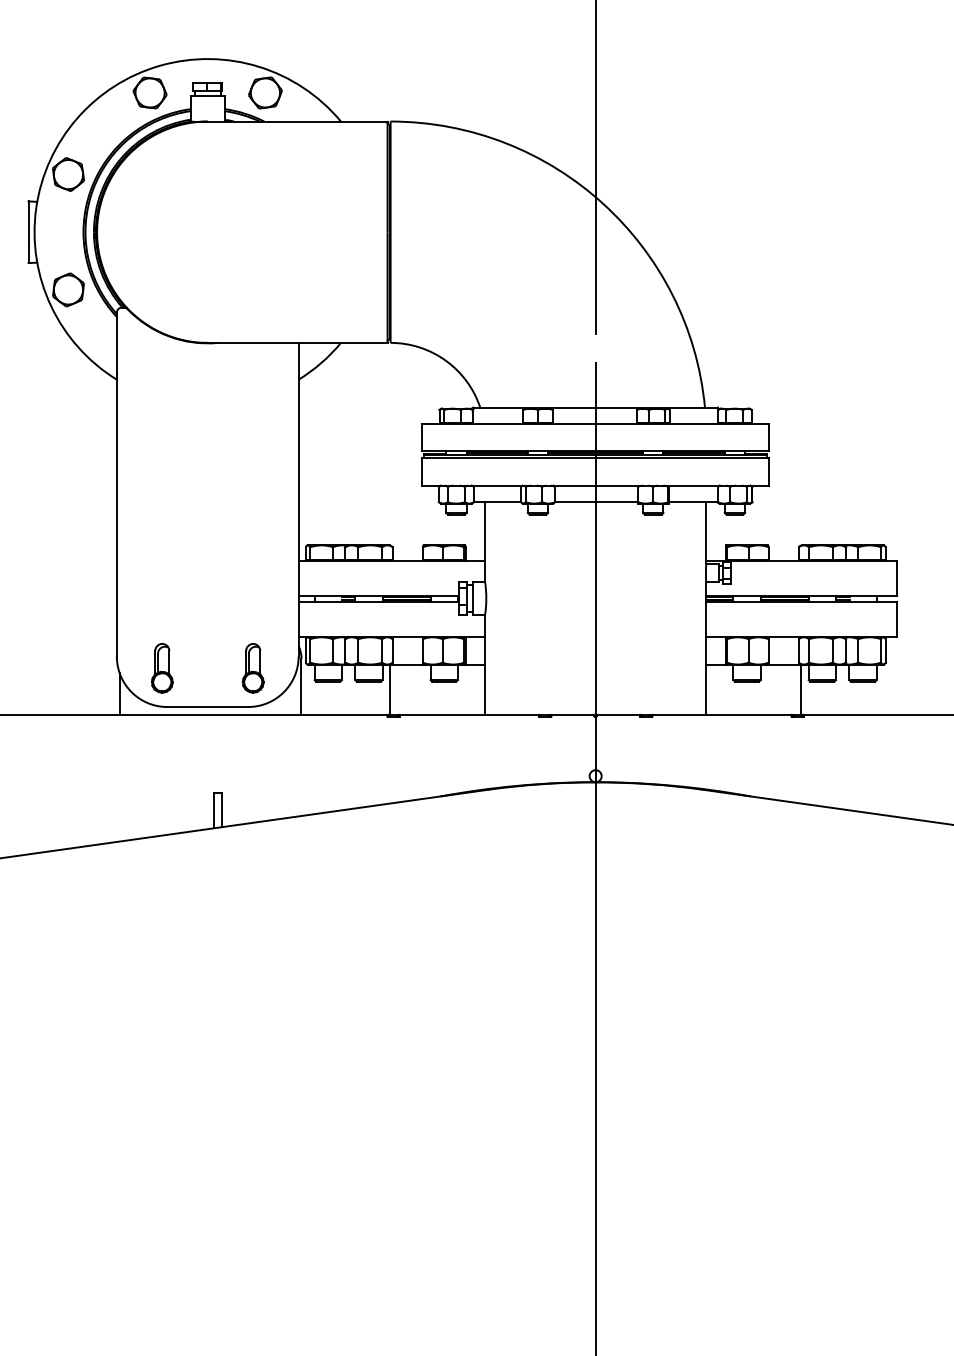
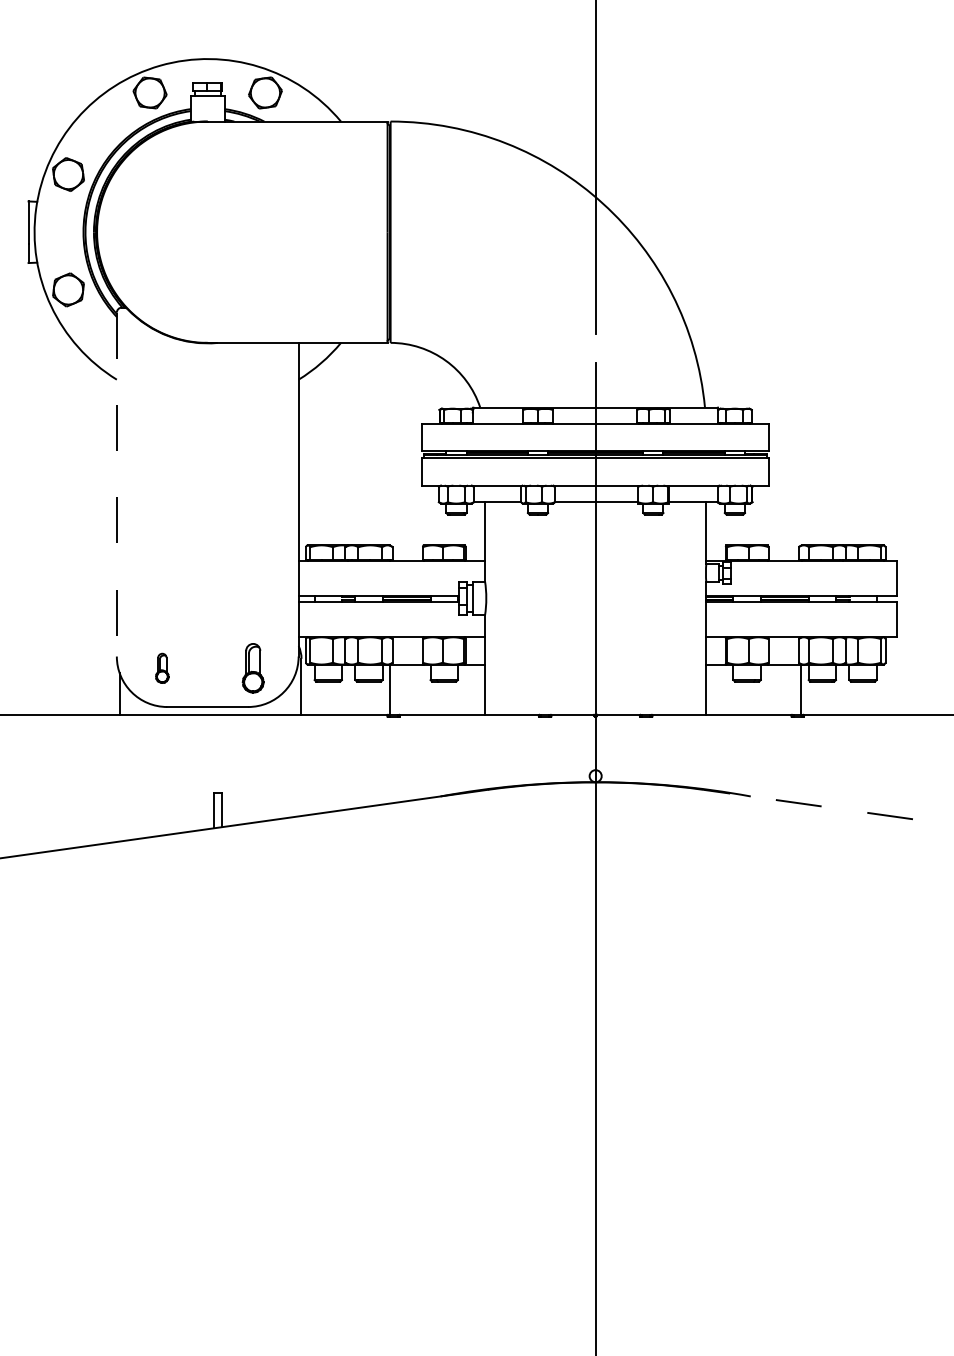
line at (116, 484): solid -> dashed
part at (162, 668) size: 23x51 px -> 15x32 px
line at (827, 807): solid -> dashed
